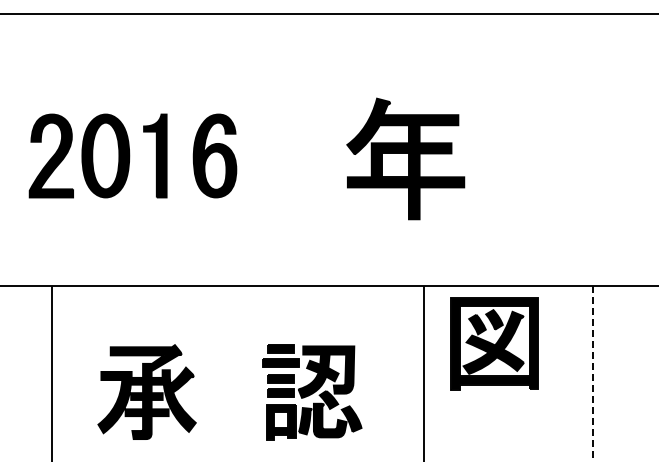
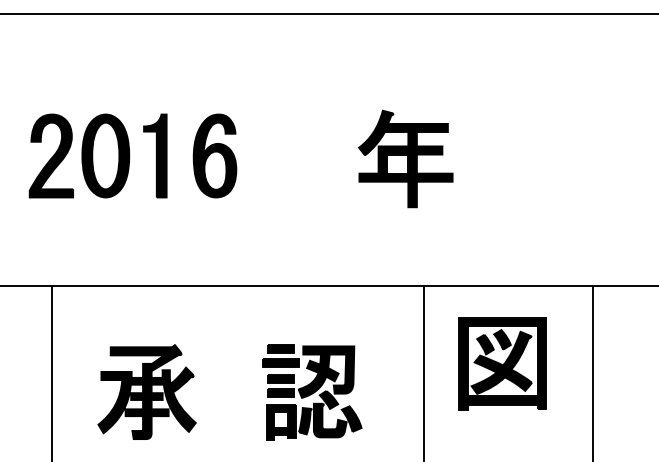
part at (405, 158) size: 120x124 px -> 96x100 px
part at (494, 343) position: (494, 343) -> (502, 363)
line at (592, 373): dashed -> solid
